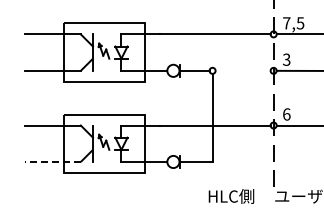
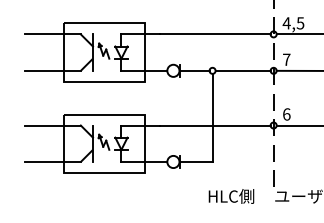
text at (286, 23): 7,5 -> 4,5
text at (286, 59): 3 -> 7
line at (242, 70): none -> present
line at (52, 161): dashed -> solid
